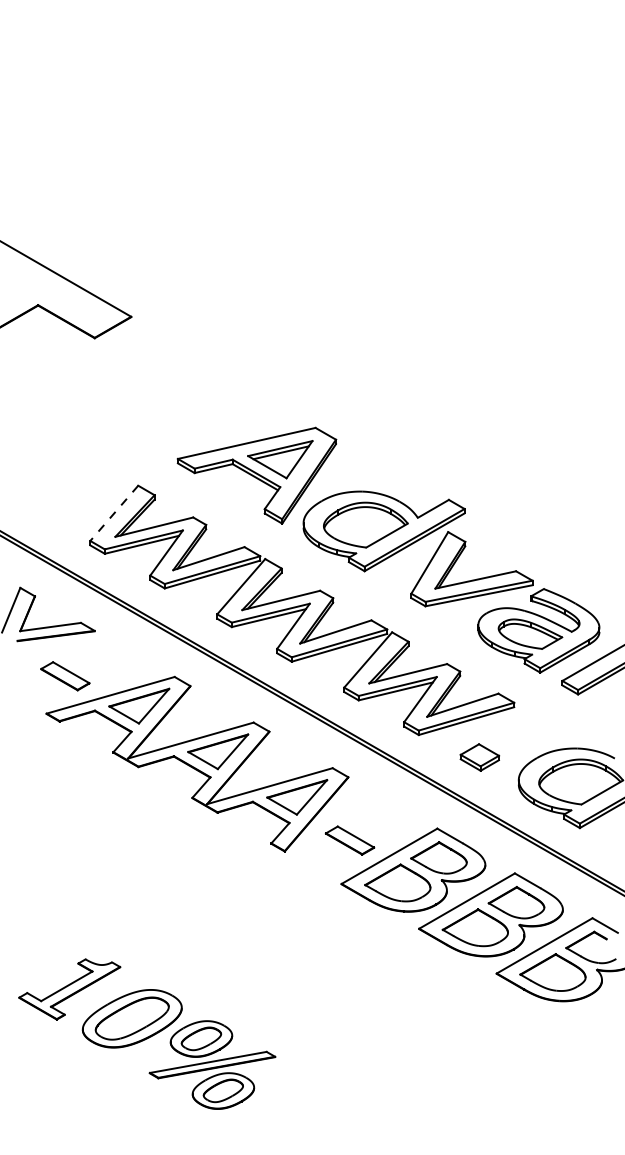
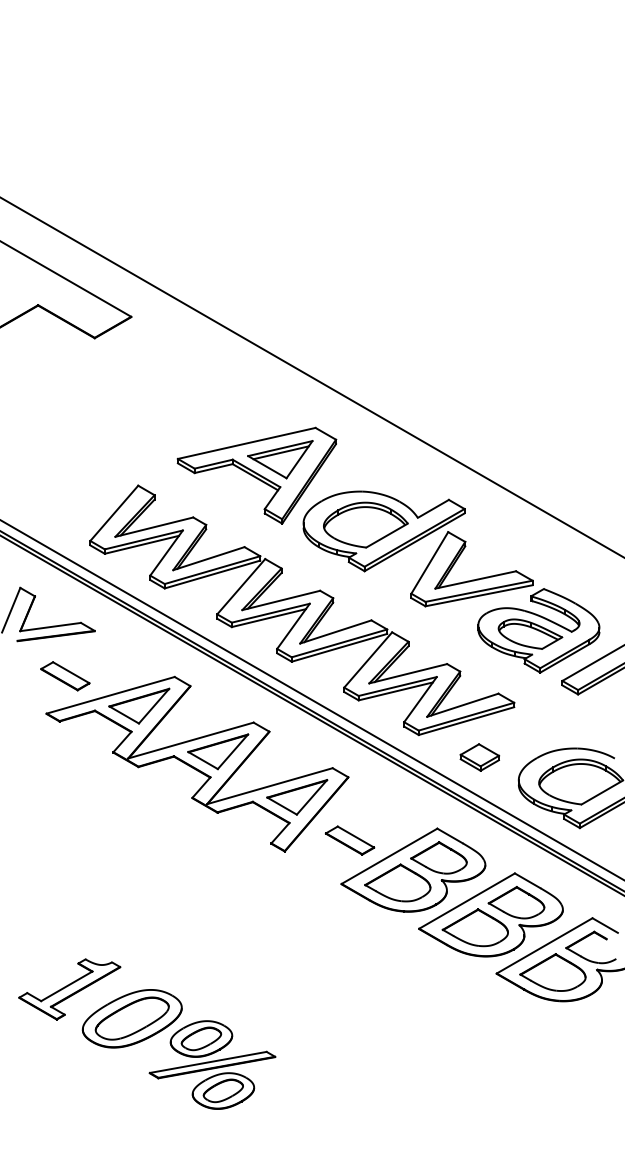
line at (311, 377): none -> present
line at (114, 513): dashed -> solid
line at (311, 699): none -> present
